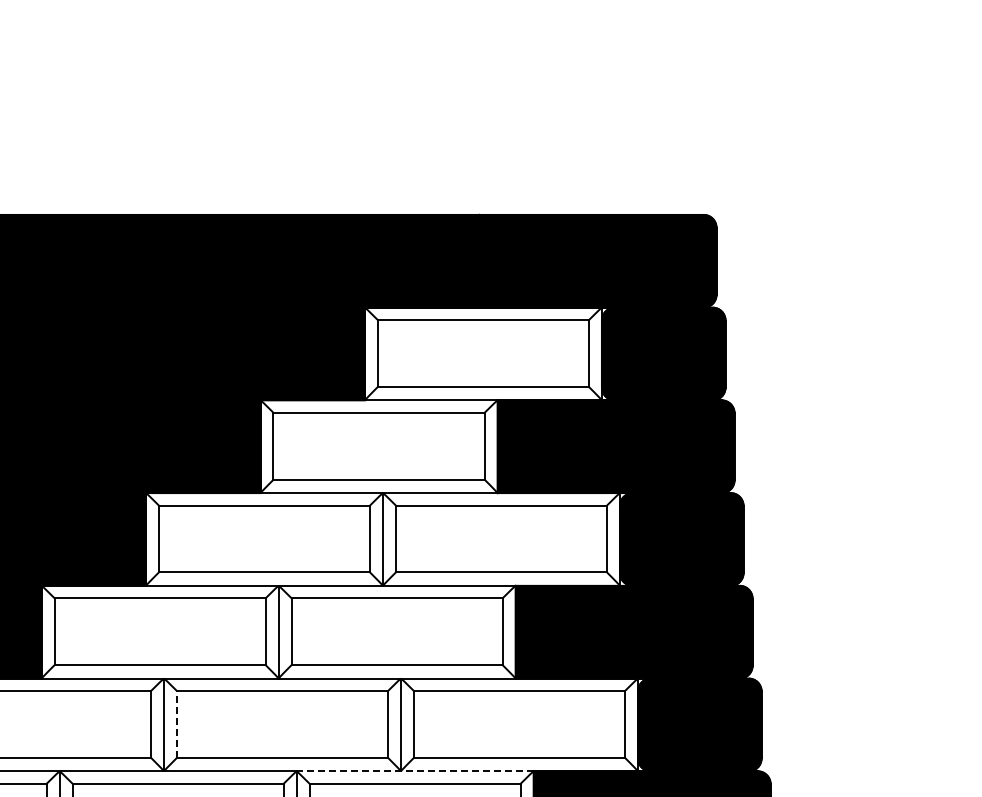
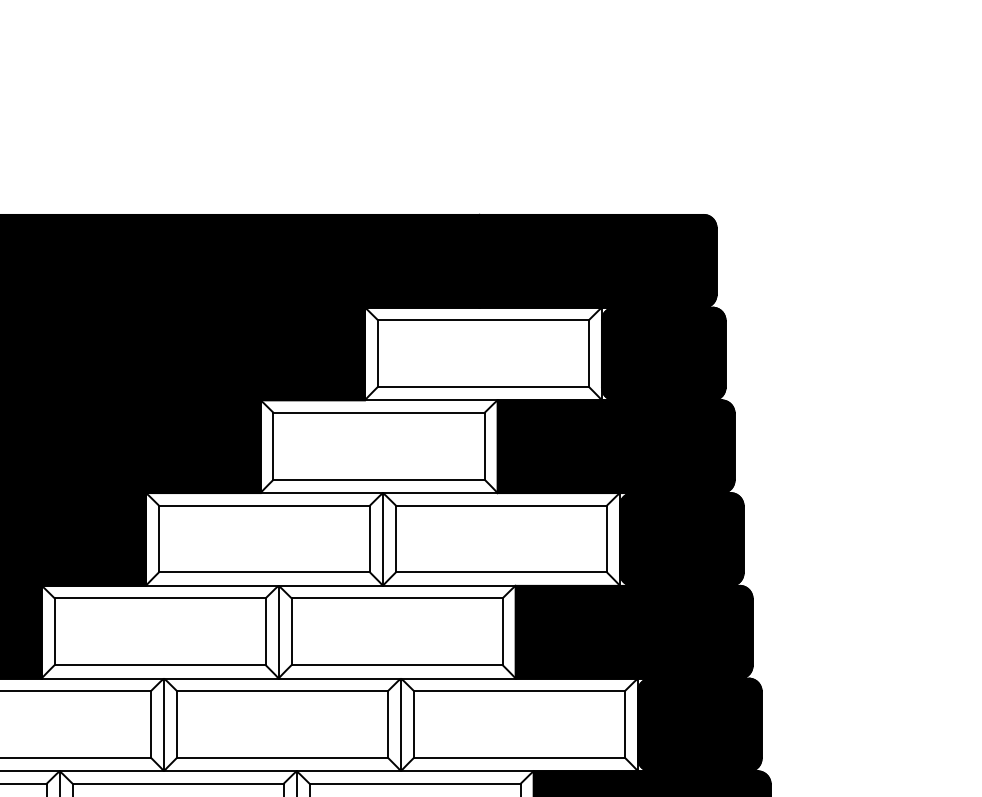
line at (176, 723): dashed -> solid
line at (414, 771): dashed -> solid
